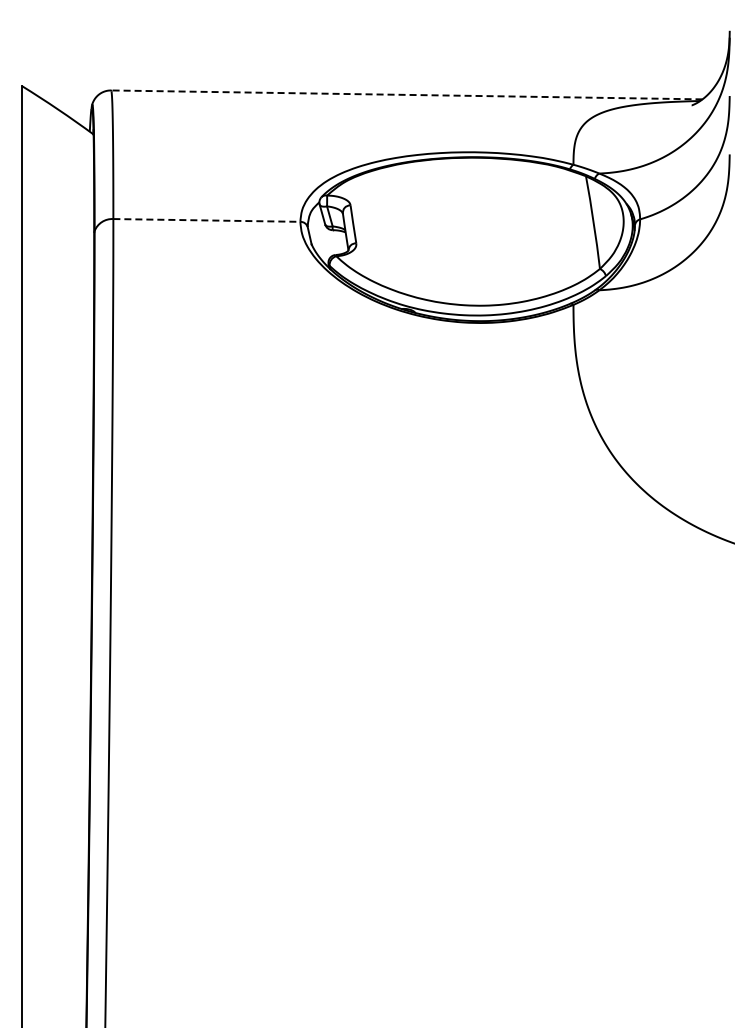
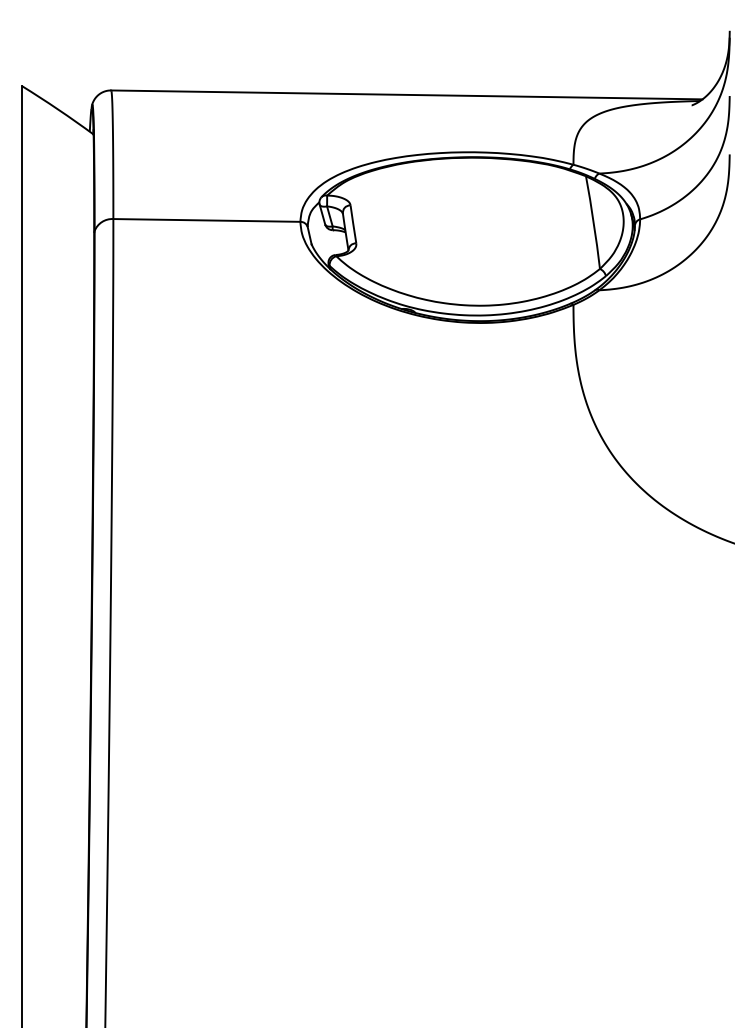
line at (406, 94): dashed -> solid
line at (206, 220): dashed -> solid
